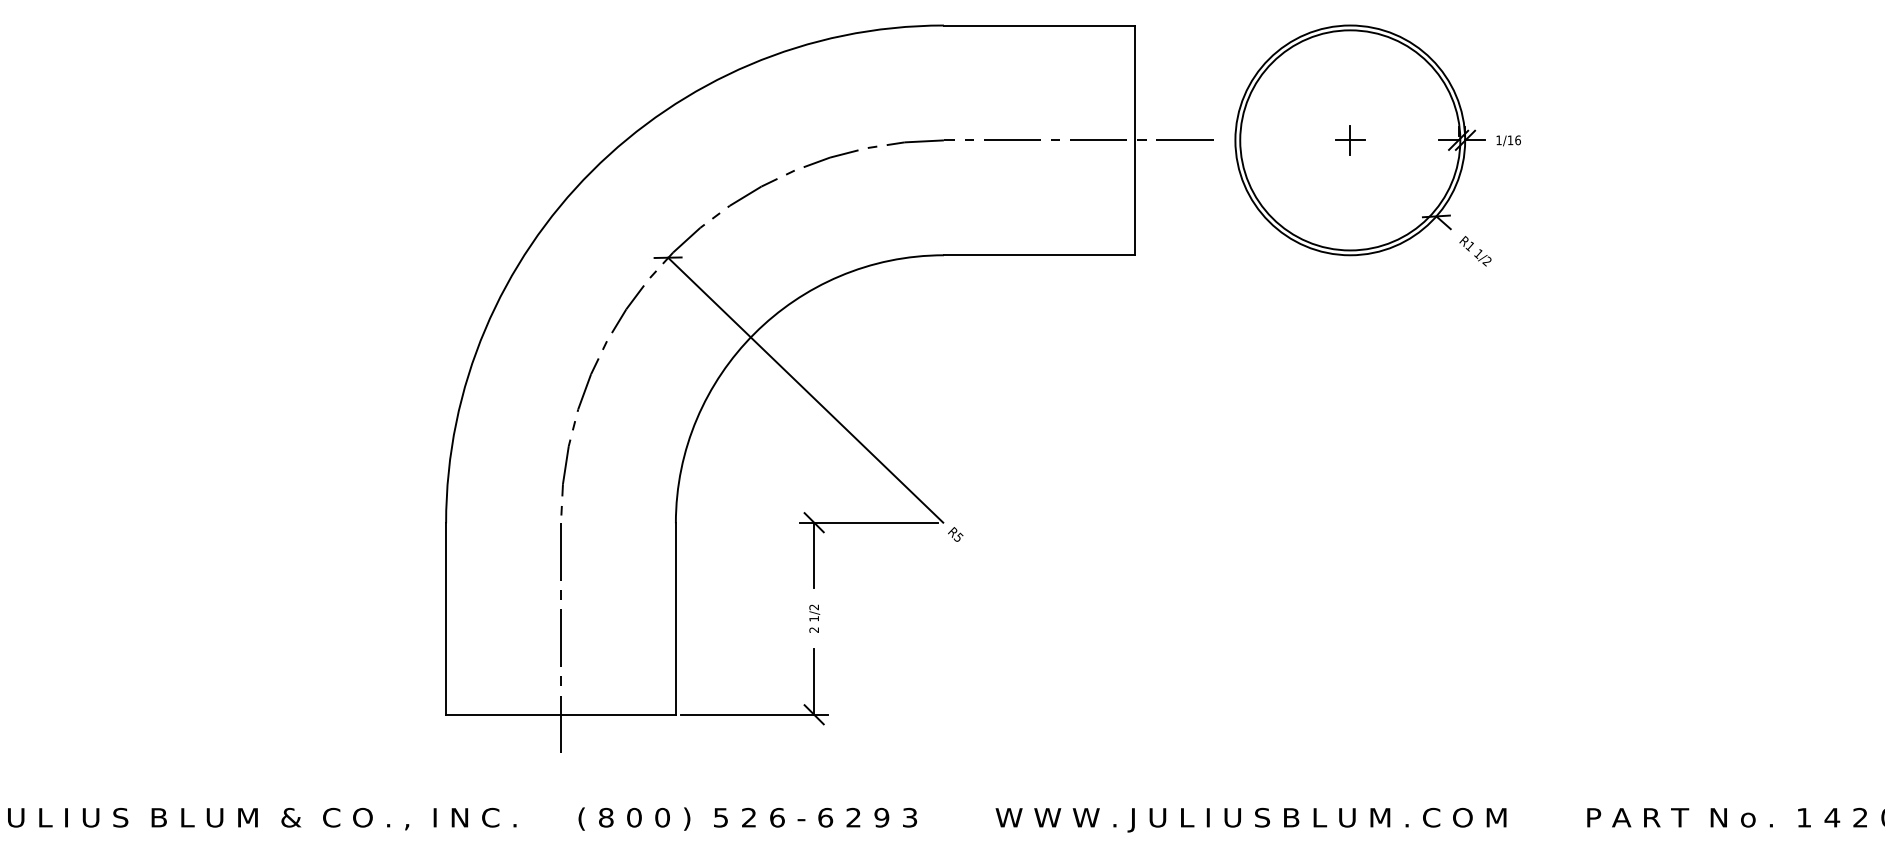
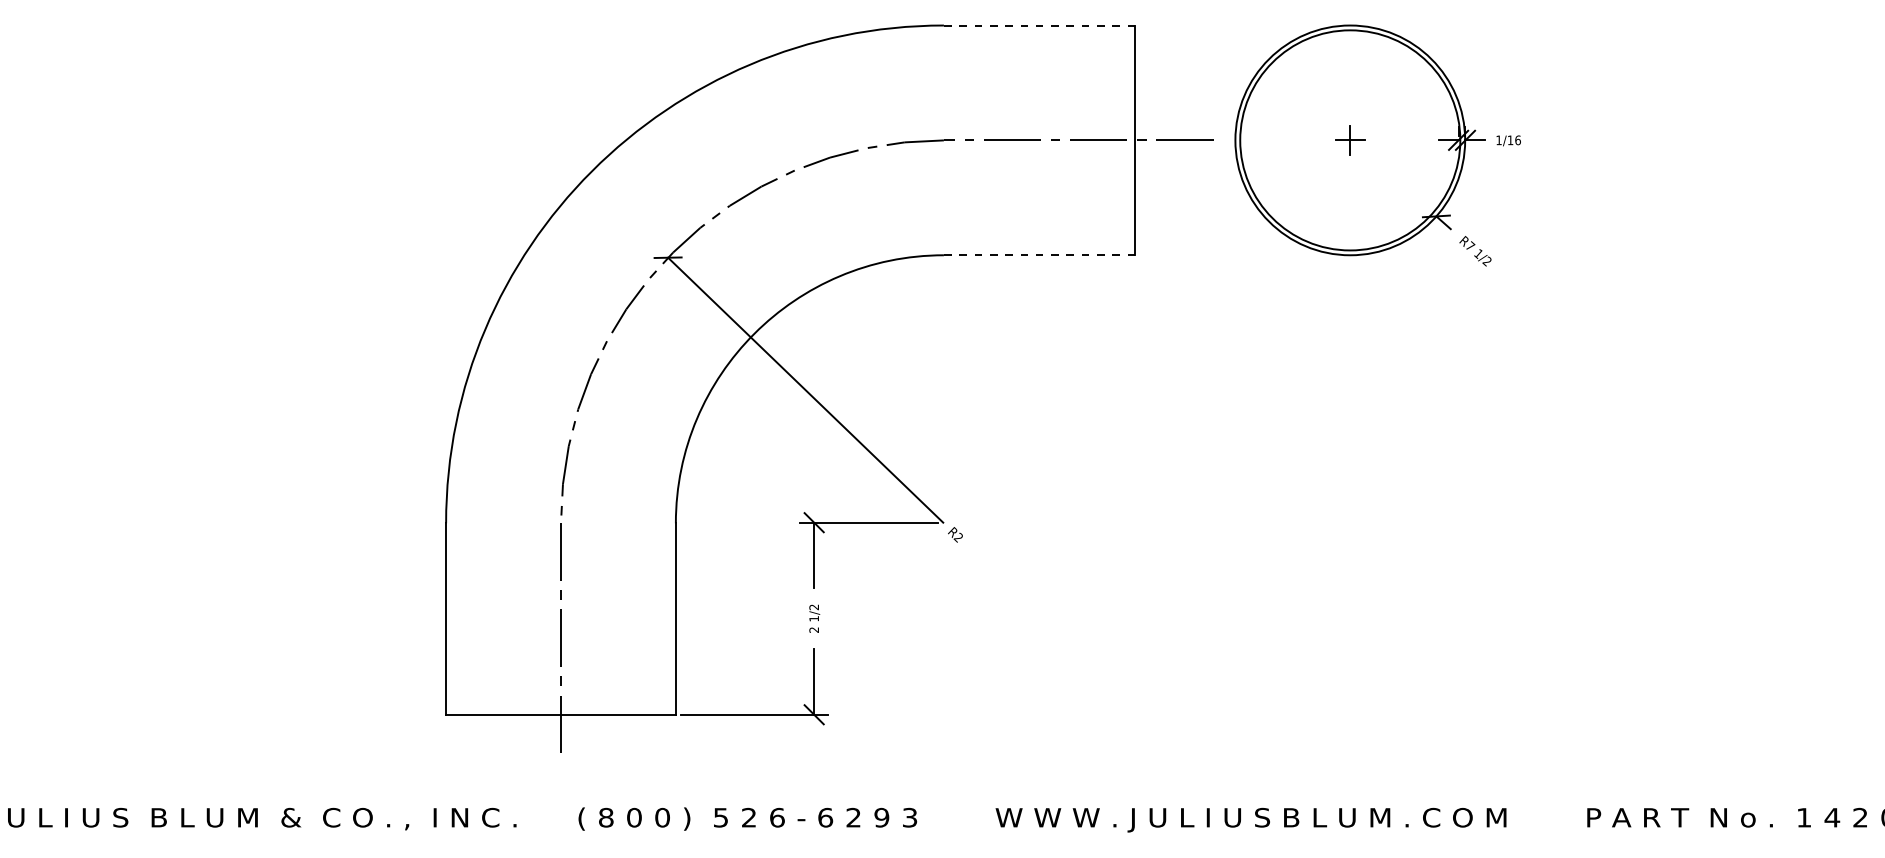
line at (1039, 25): solid -> dashed
text at (1470, 246): R1 -> R7
line at (1039, 255): solid -> dashed
text at (958, 537): R5 -> R2
